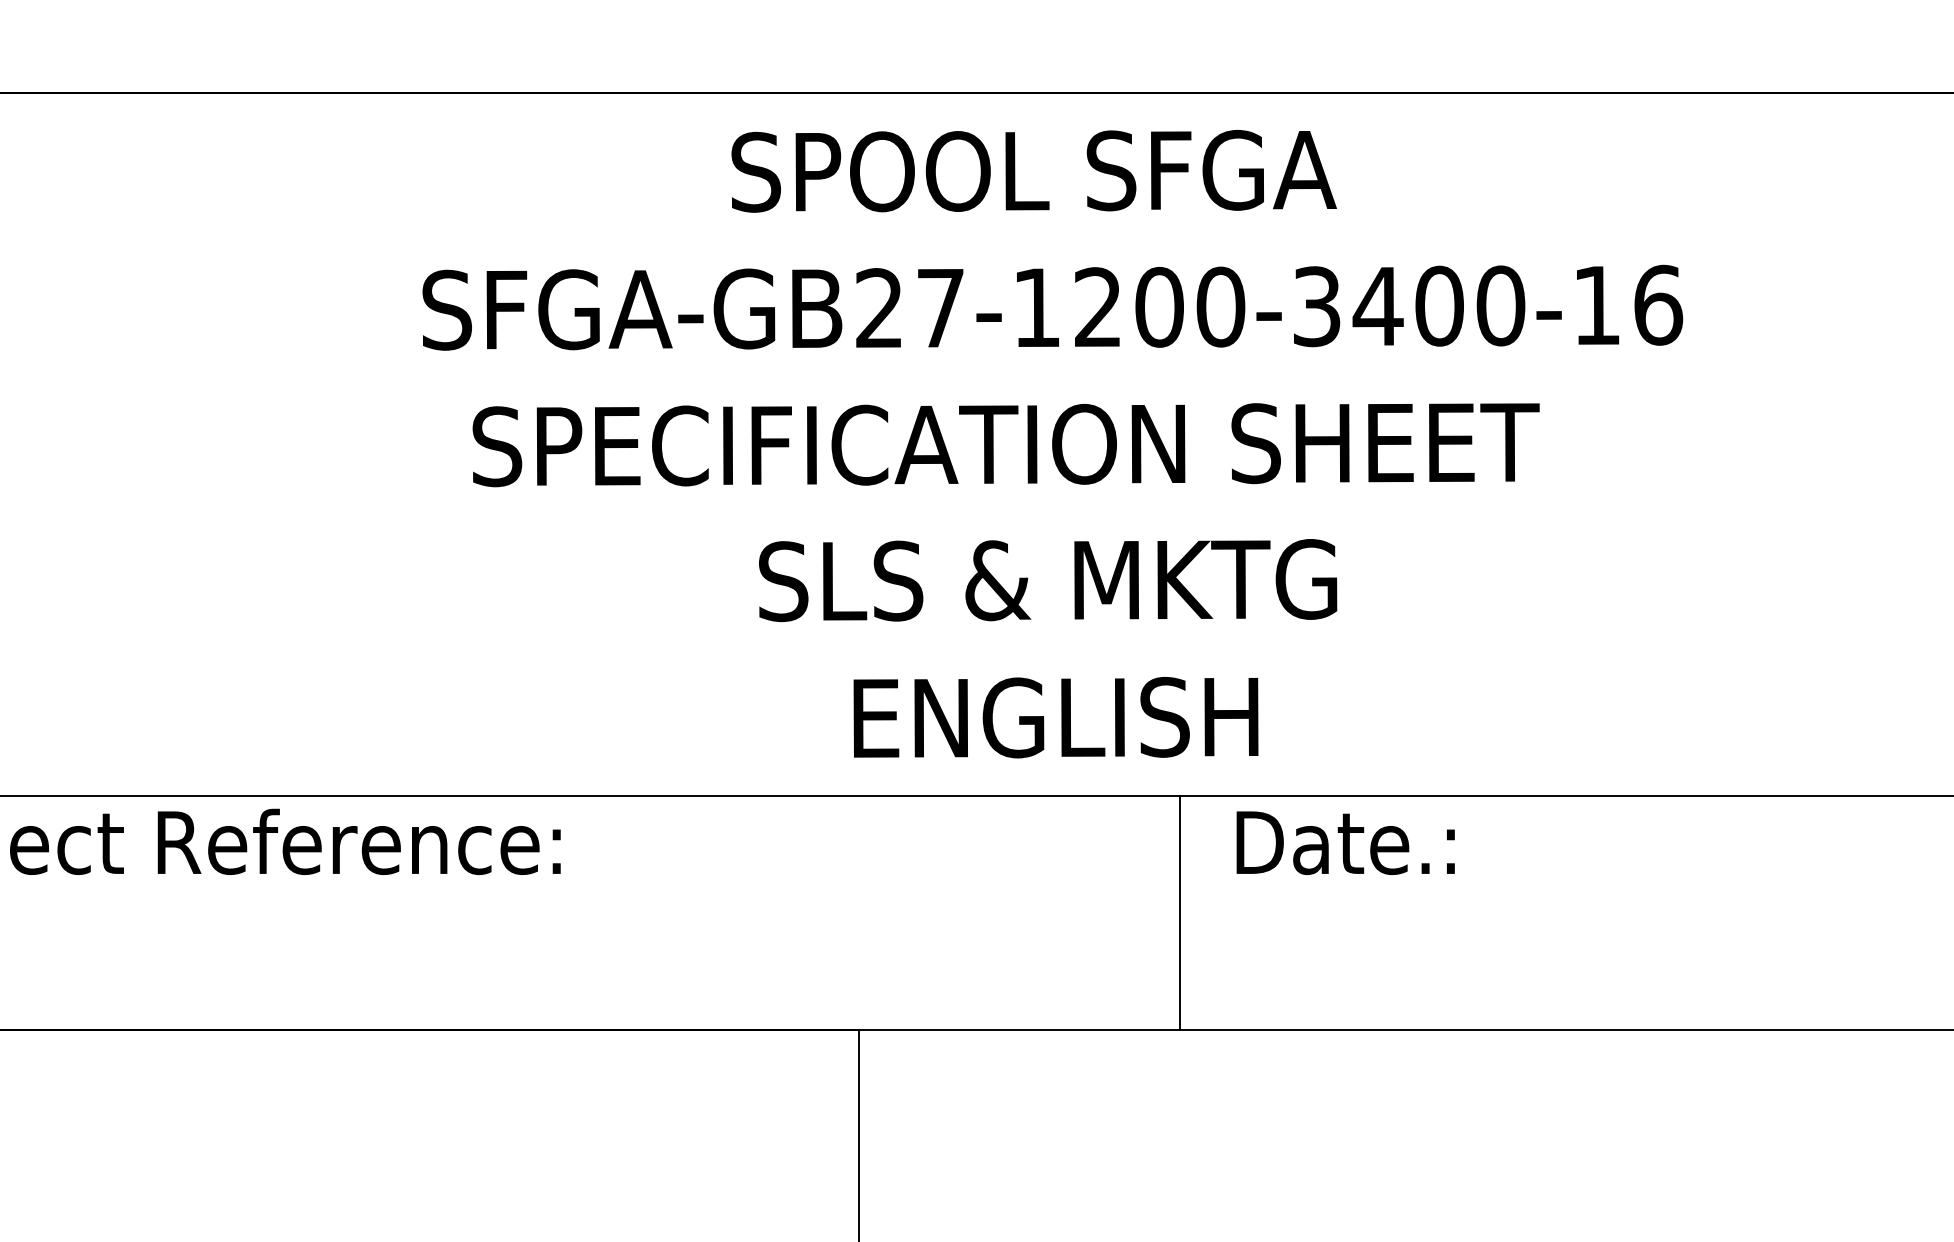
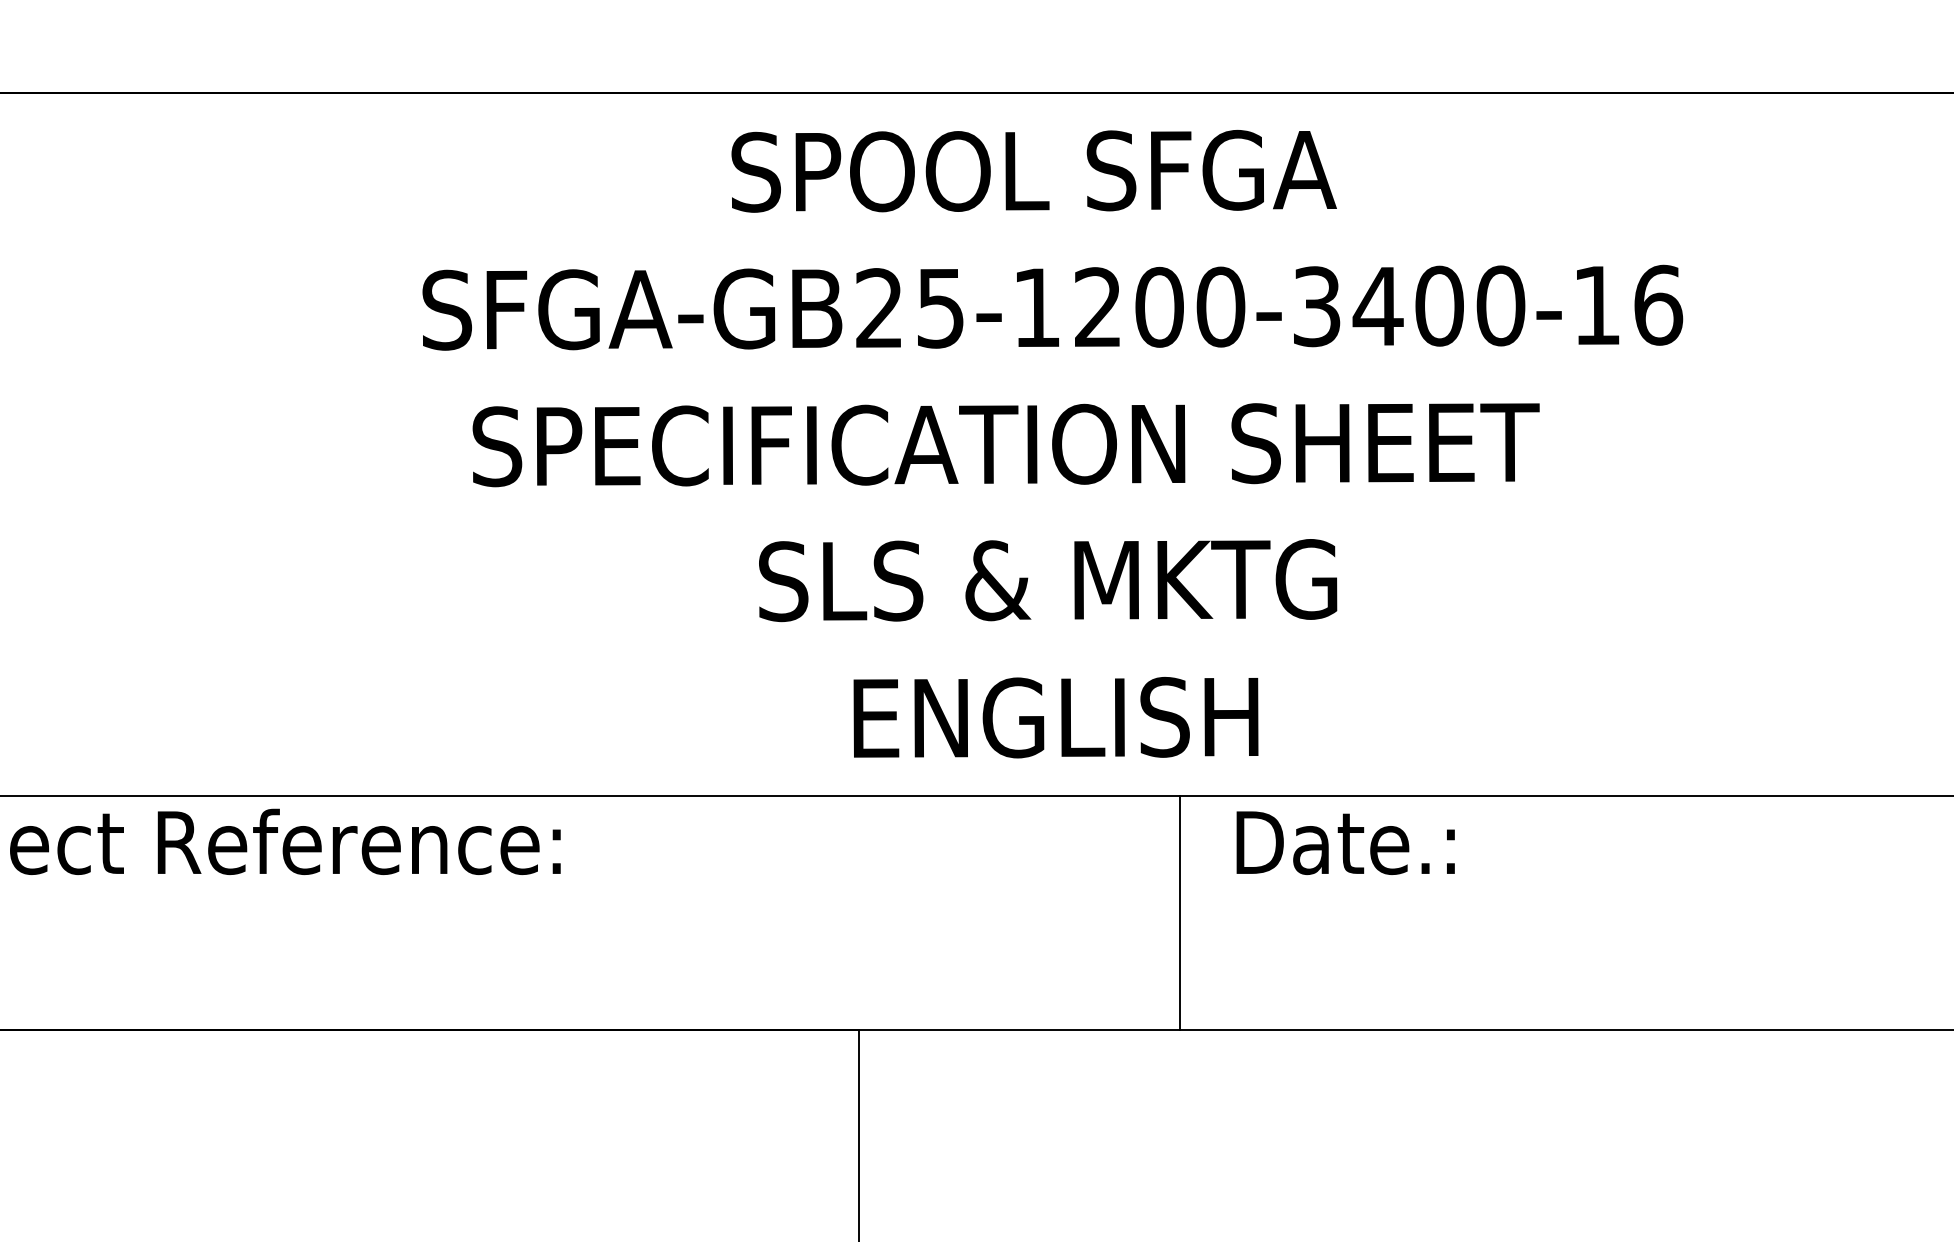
text at (940, 308): SFGA-GB27-1200-3400-16 -> SFGA-GB25-1200-3400-16
